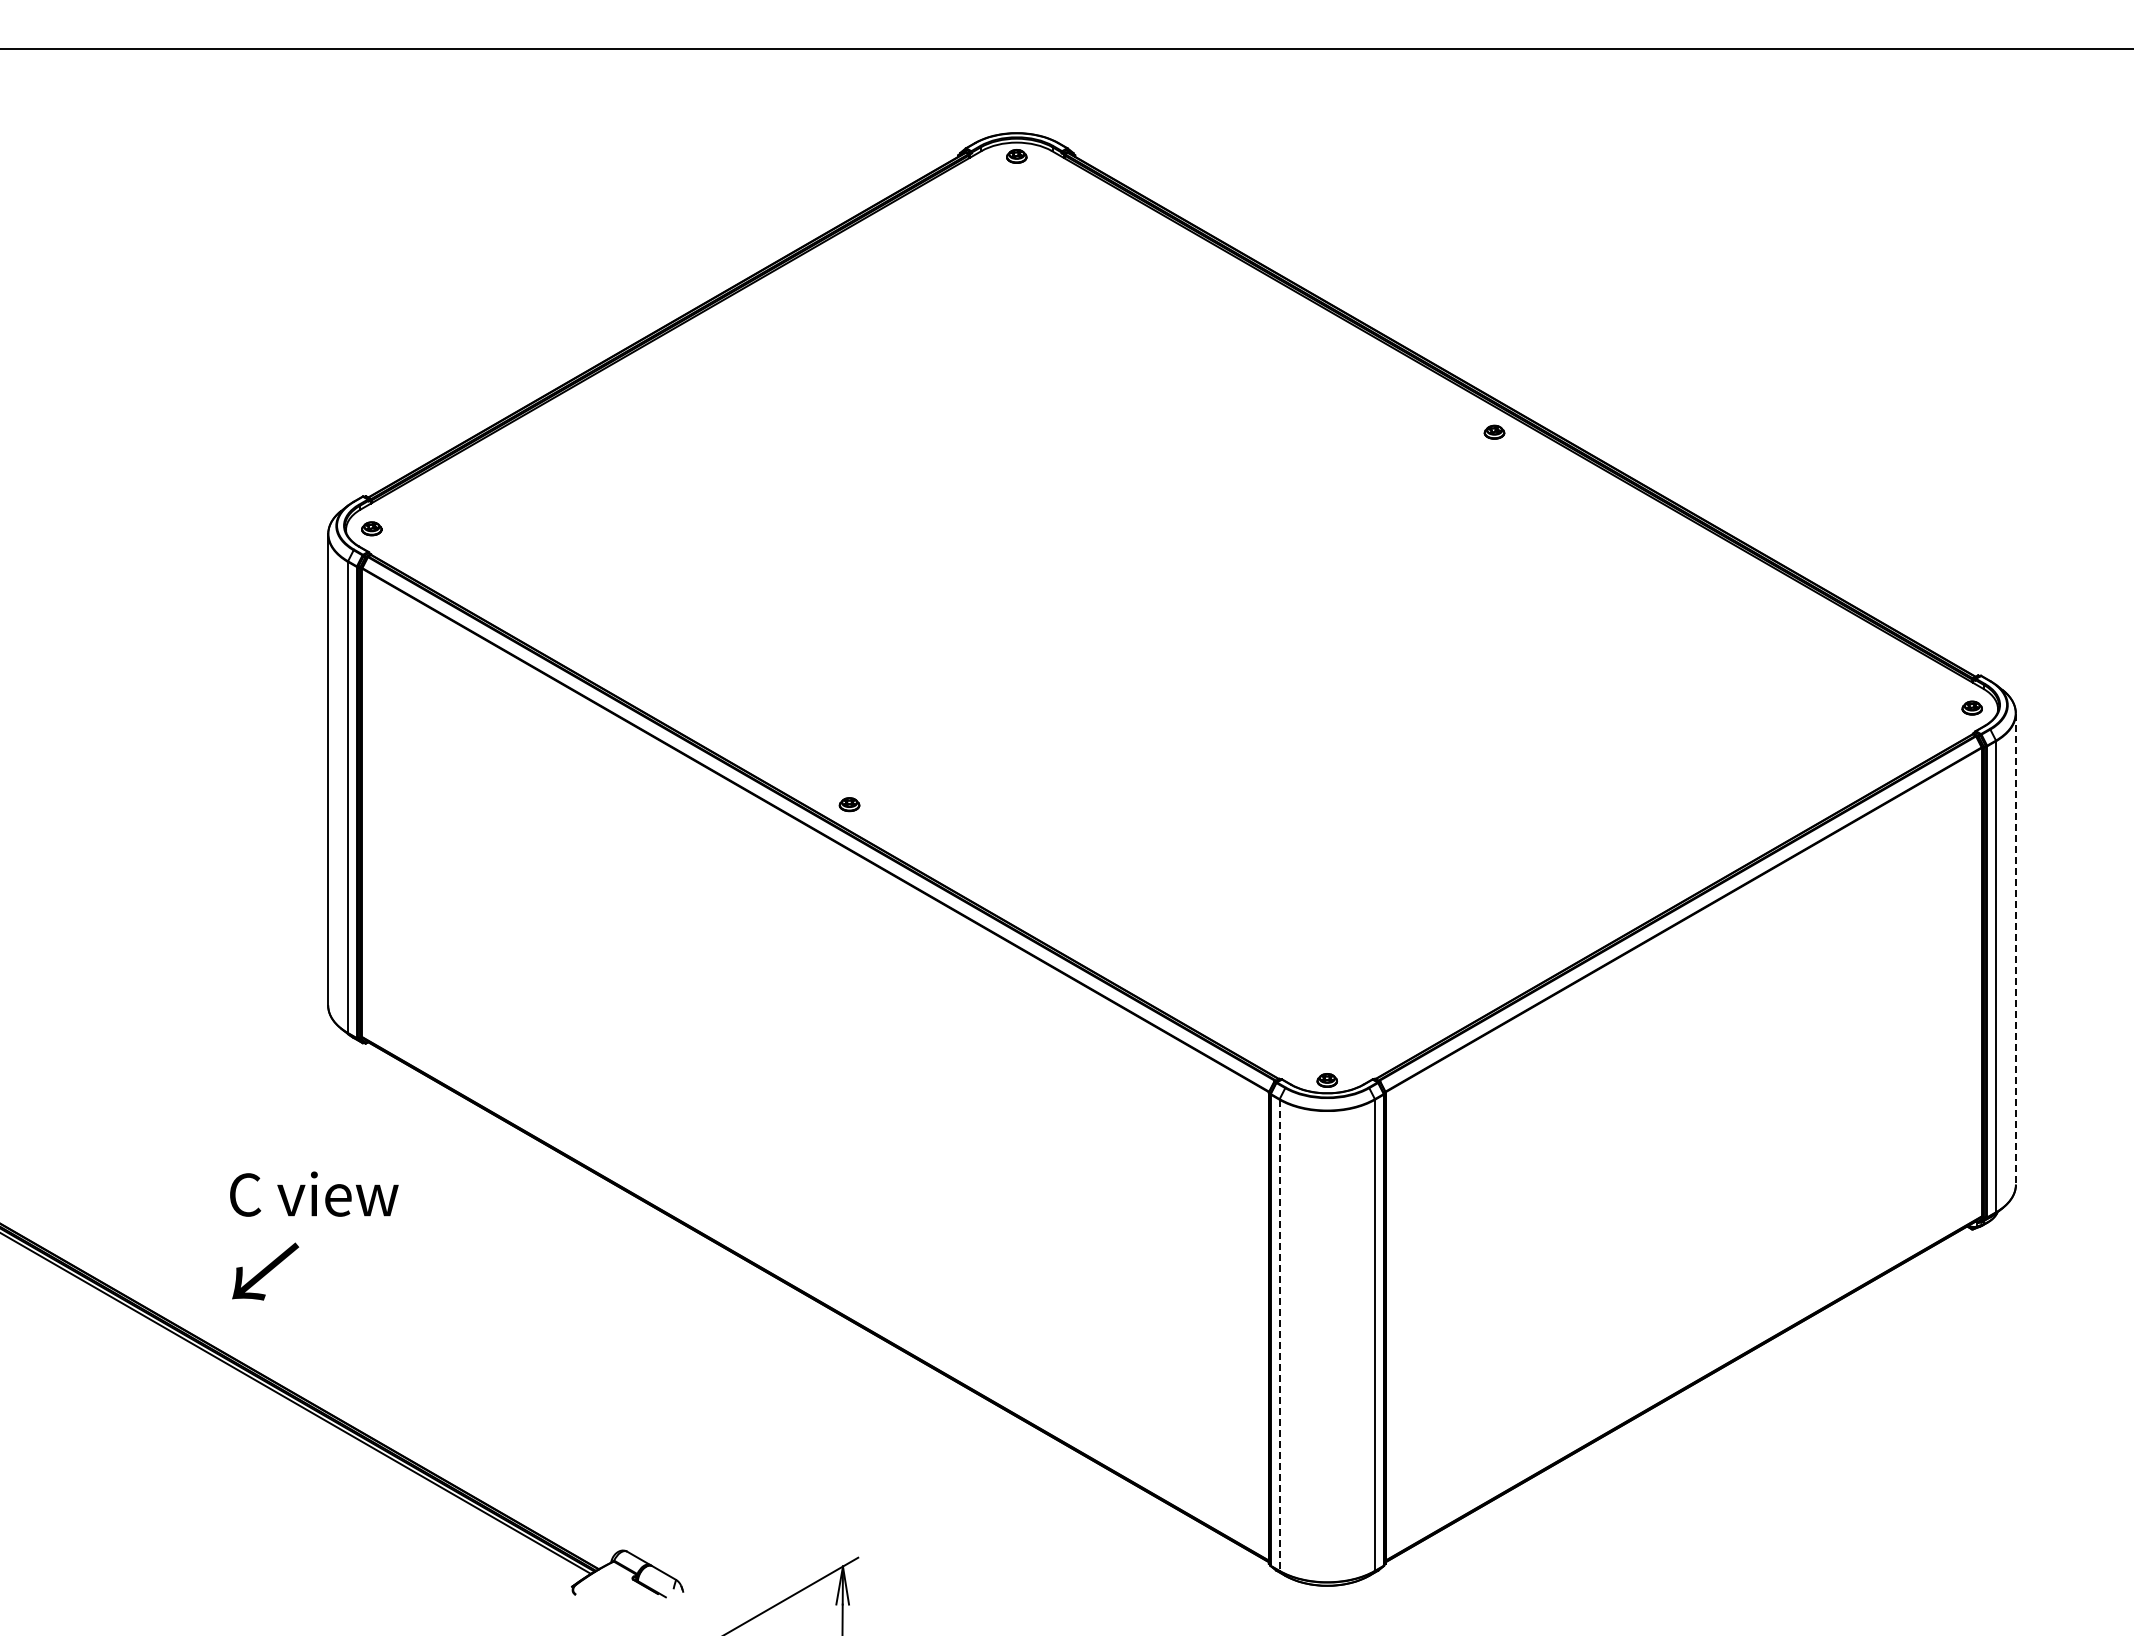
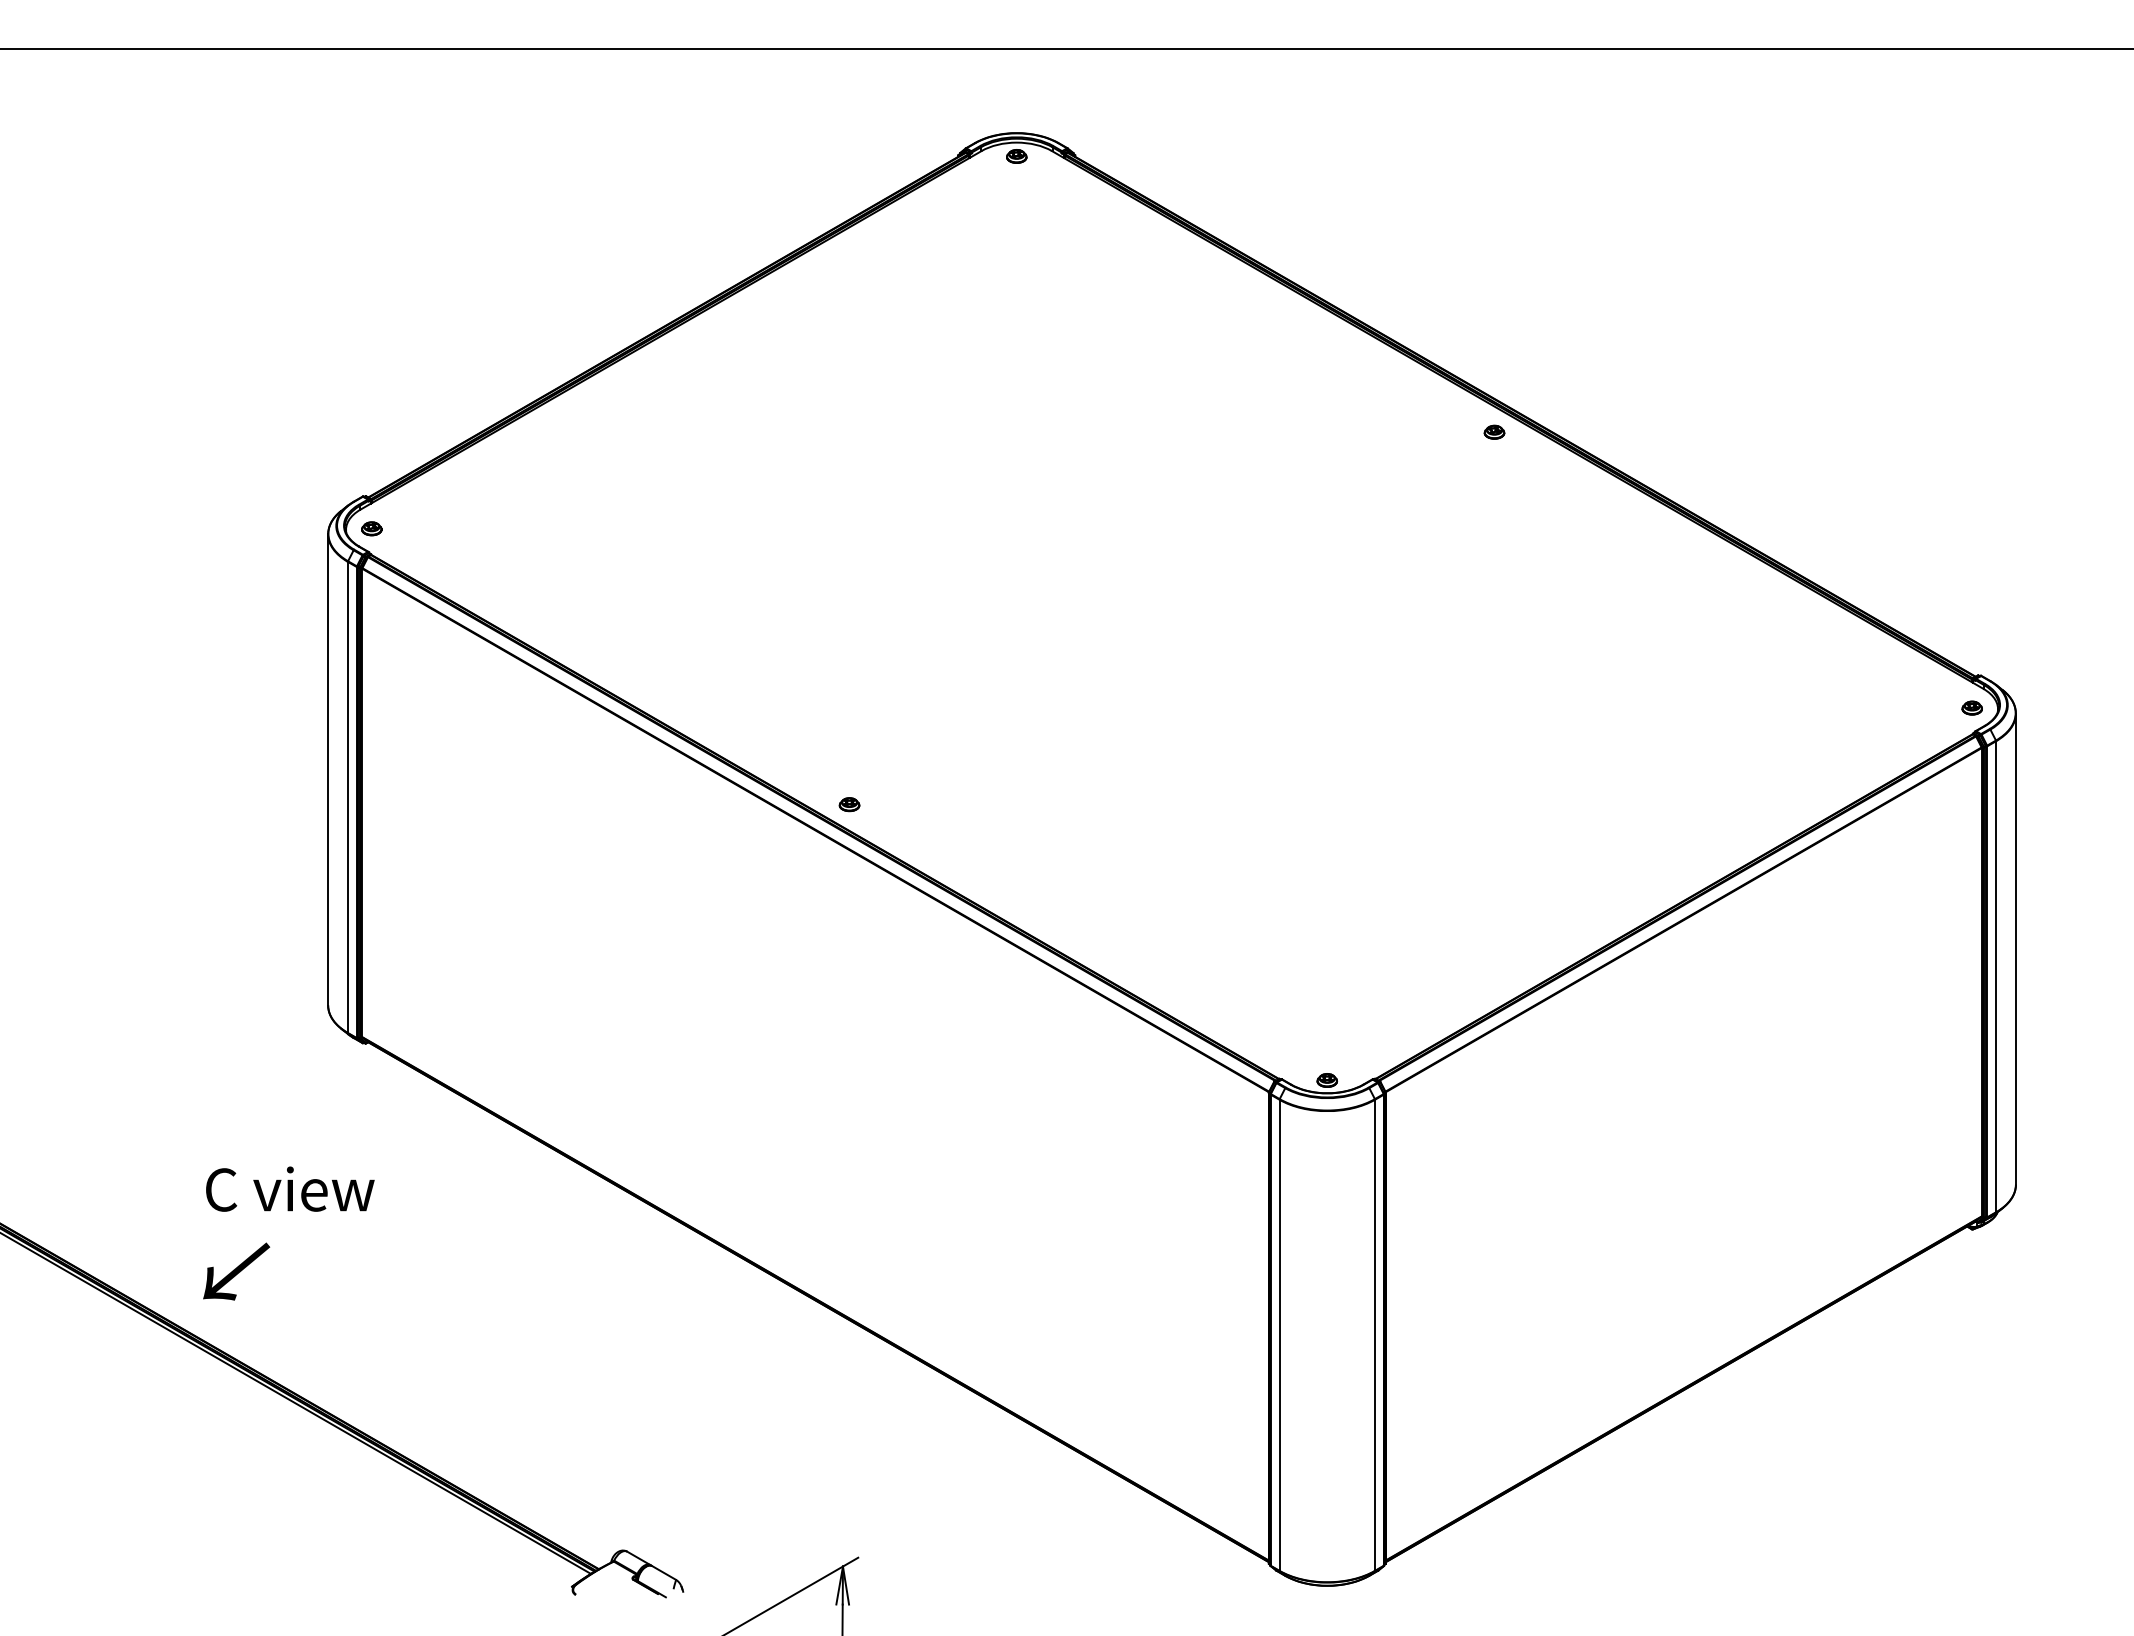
line at (2015, 949): dashed -> solid
text at (314, 1193) position: (314, 1193) -> (290, 1188)
text at (265, 1271) position: (265, 1271) -> (236, 1271)
line at (1279, 1335): dashed -> solid
